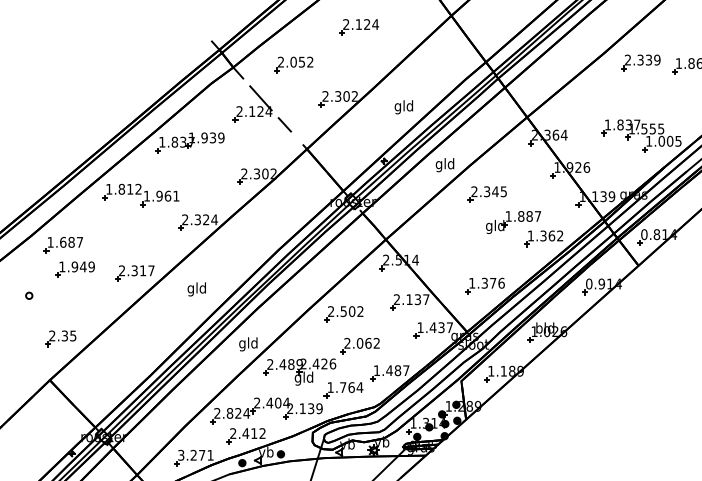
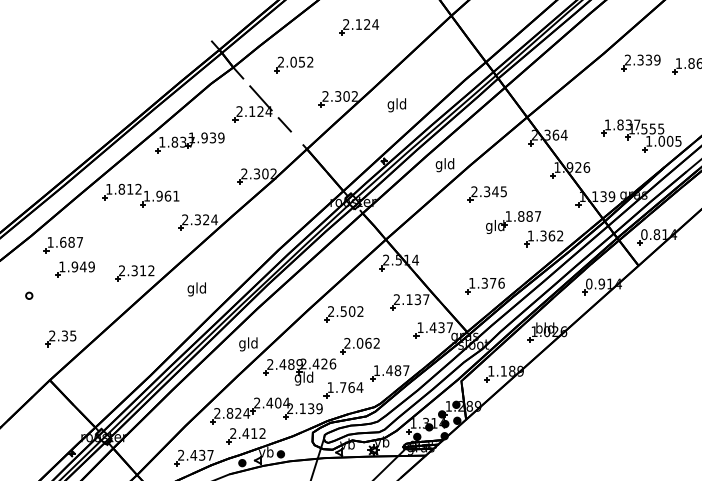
text at (403, 107) position: (403, 107) -> (396, 105)
text at (151, 270): 2.317 -> 2.312
text at (195, 454): 3.271 -> 2.437
